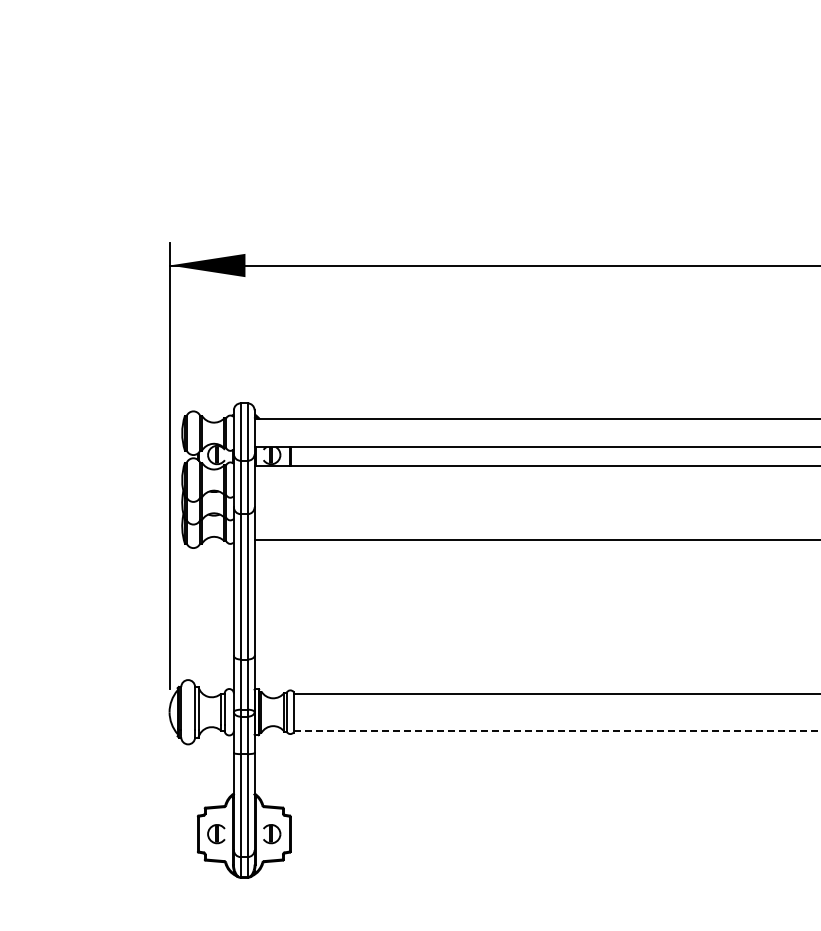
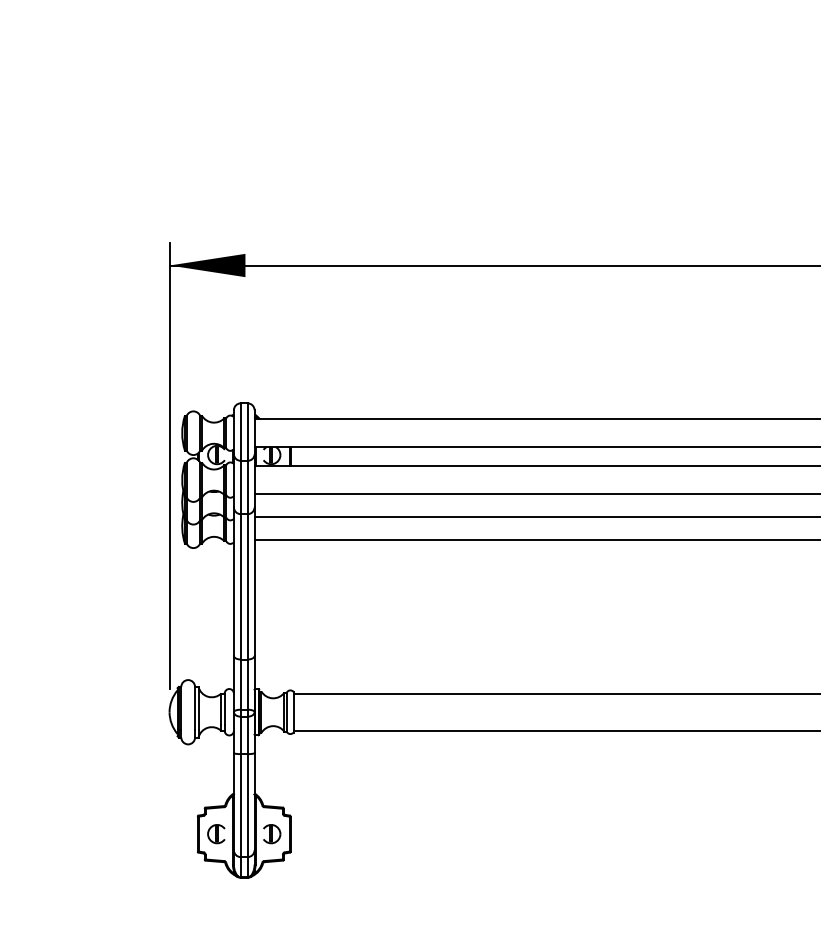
line at (535, 493): none -> present
line at (535, 516): none -> present
line at (557, 730): dashed -> solid
